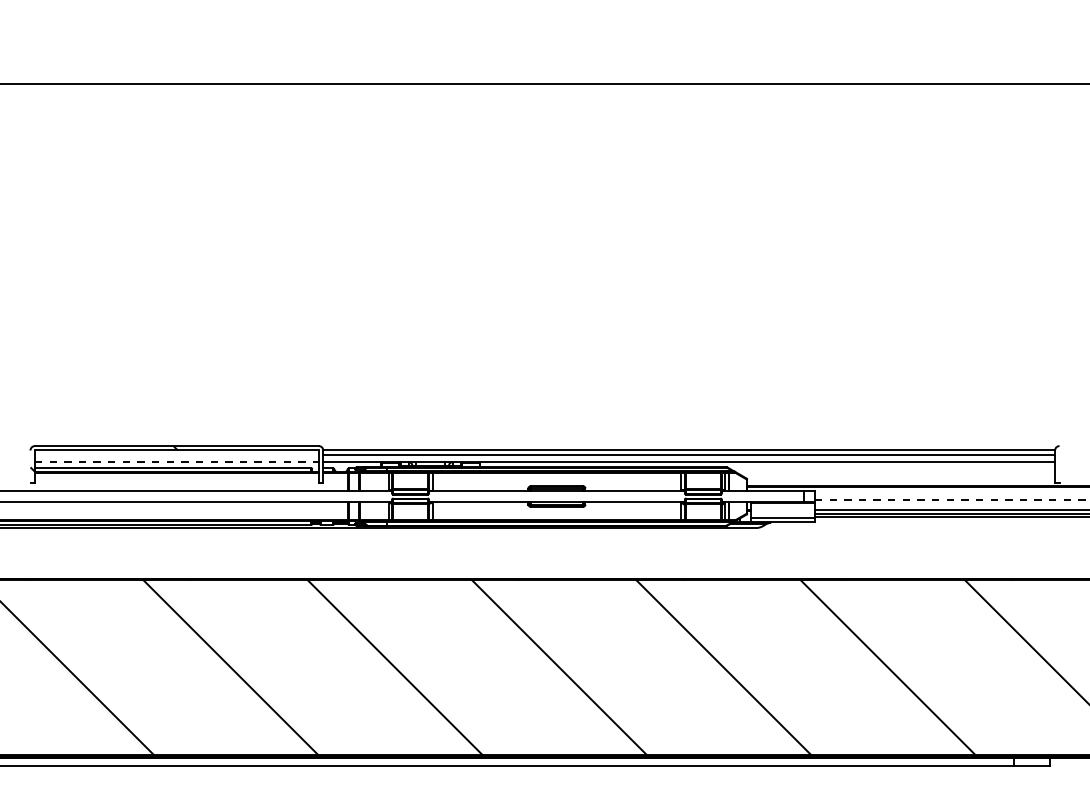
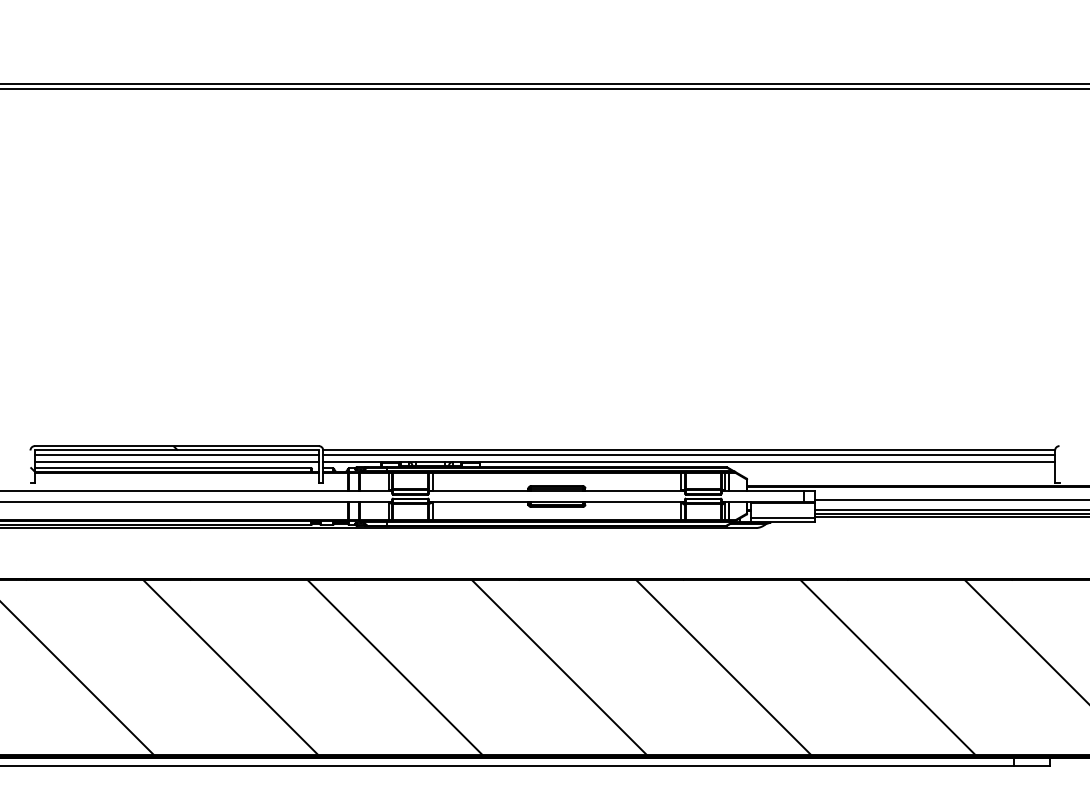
line at (544, 88): none -> present
line at (176, 454): none -> present
line at (177, 462): dashed -> solid
line at (952, 500): dashed -> solid
